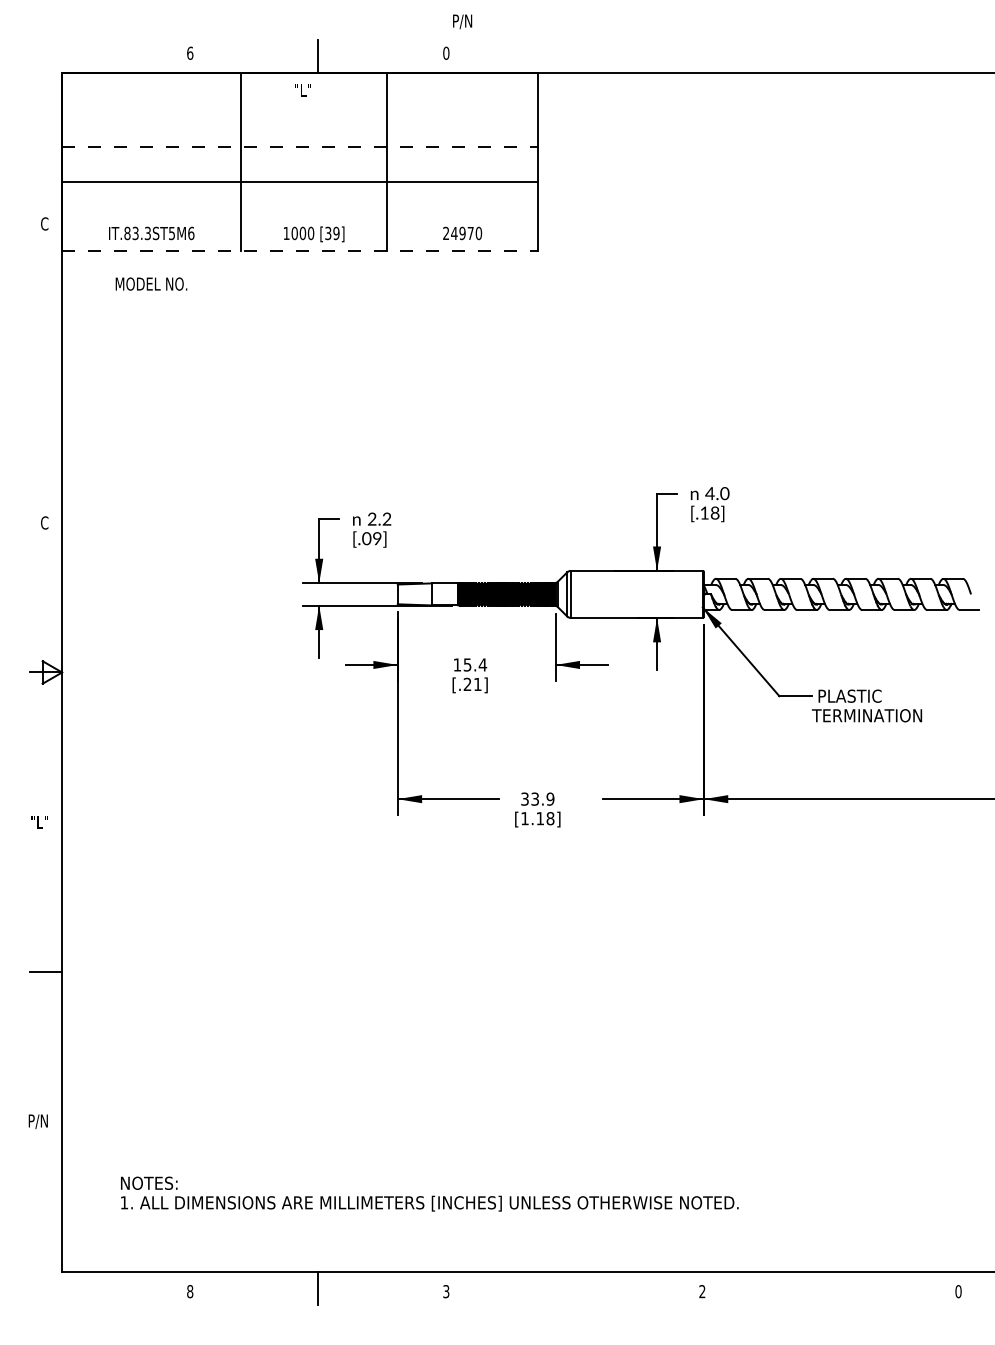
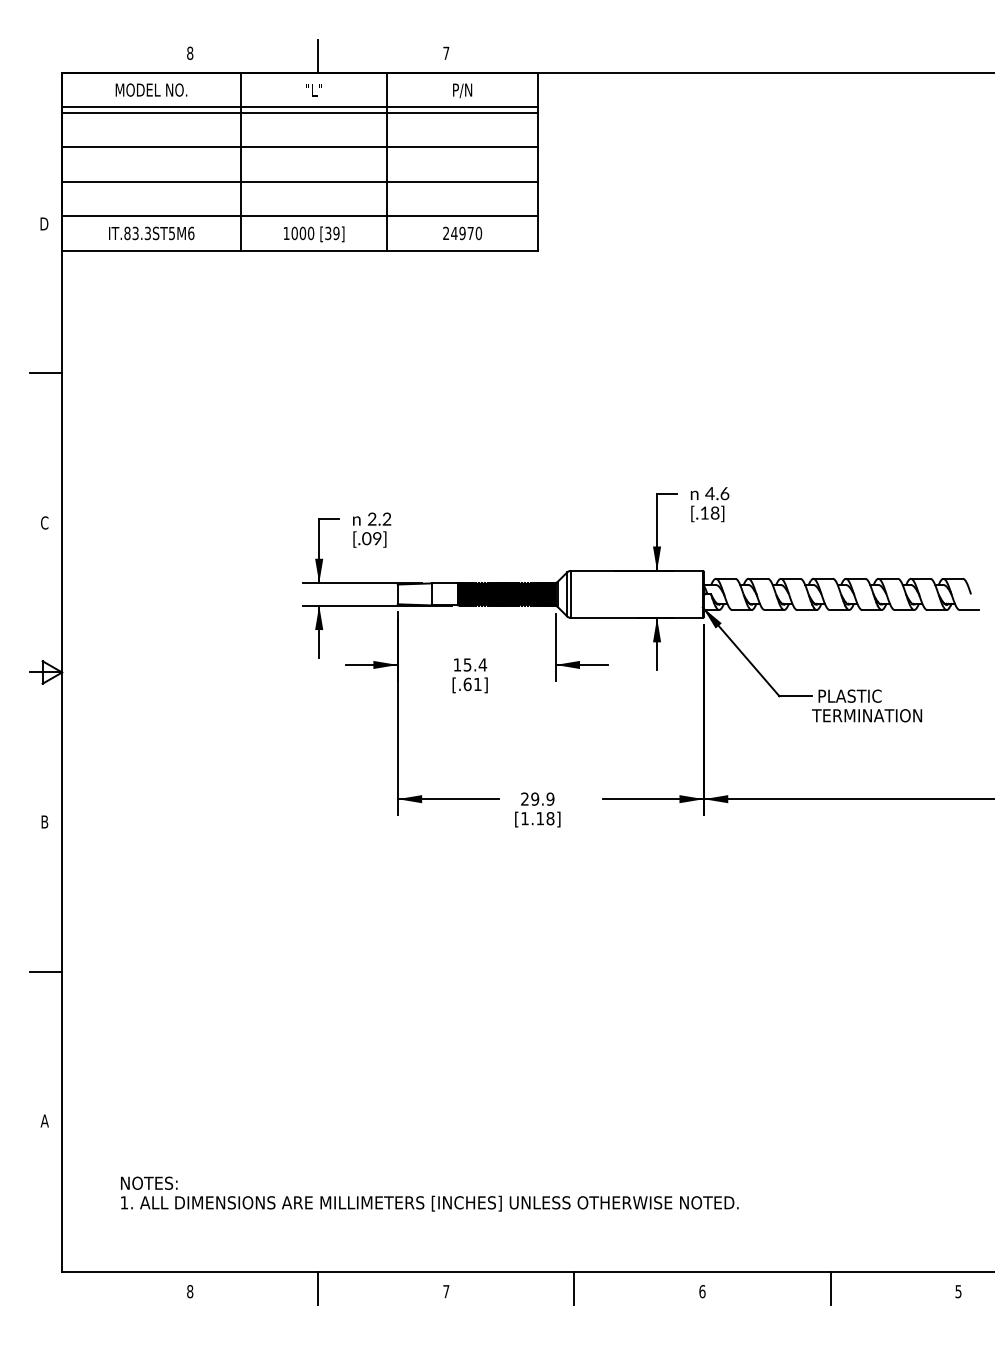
text at (462, 21) position: (462, 21) -> (462, 90)
text at (190, 52): 6 -> 8
text at (446, 52): 0 -> 7
text at (302, 90) position: (302, 90) -> (313, 90)
line at (300, 107): none -> present
line at (300, 112): none -> present
line at (300, 147): dashed -> solid
line at (300, 216): none -> present
text at (44, 223): C -> D
line at (300, 250): dashed -> solid
text at (151, 283) position: (151, 283) -> (151, 89)
line at (45, 373): none -> present
text at (724, 493): 4.0 -> 4.6
text at (467, 684): [.21] -> [.61]
text at (530, 798): 33.9 -> 29.9
text at (39, 821): "L" -> B
text at (38, 1121): P/N -> A
line at (574, 1288): none -> present
line at (830, 1288): none -> present
text at (446, 1291): 3 -> 7
text at (702, 1291): 2 -> 6
text at (958, 1291): 0 -> 5
